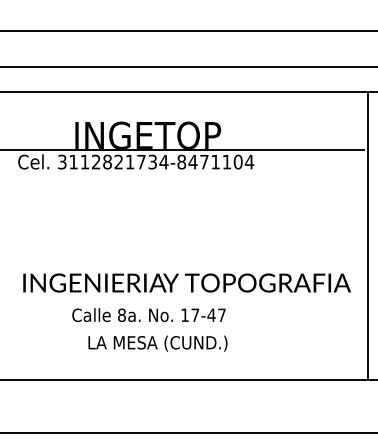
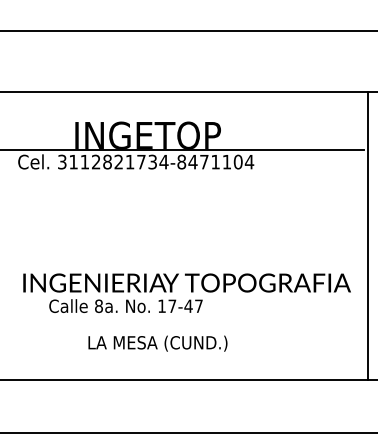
line at (188, 66): present -> none
text at (148, 314) position: (148, 314) -> (125, 305)
